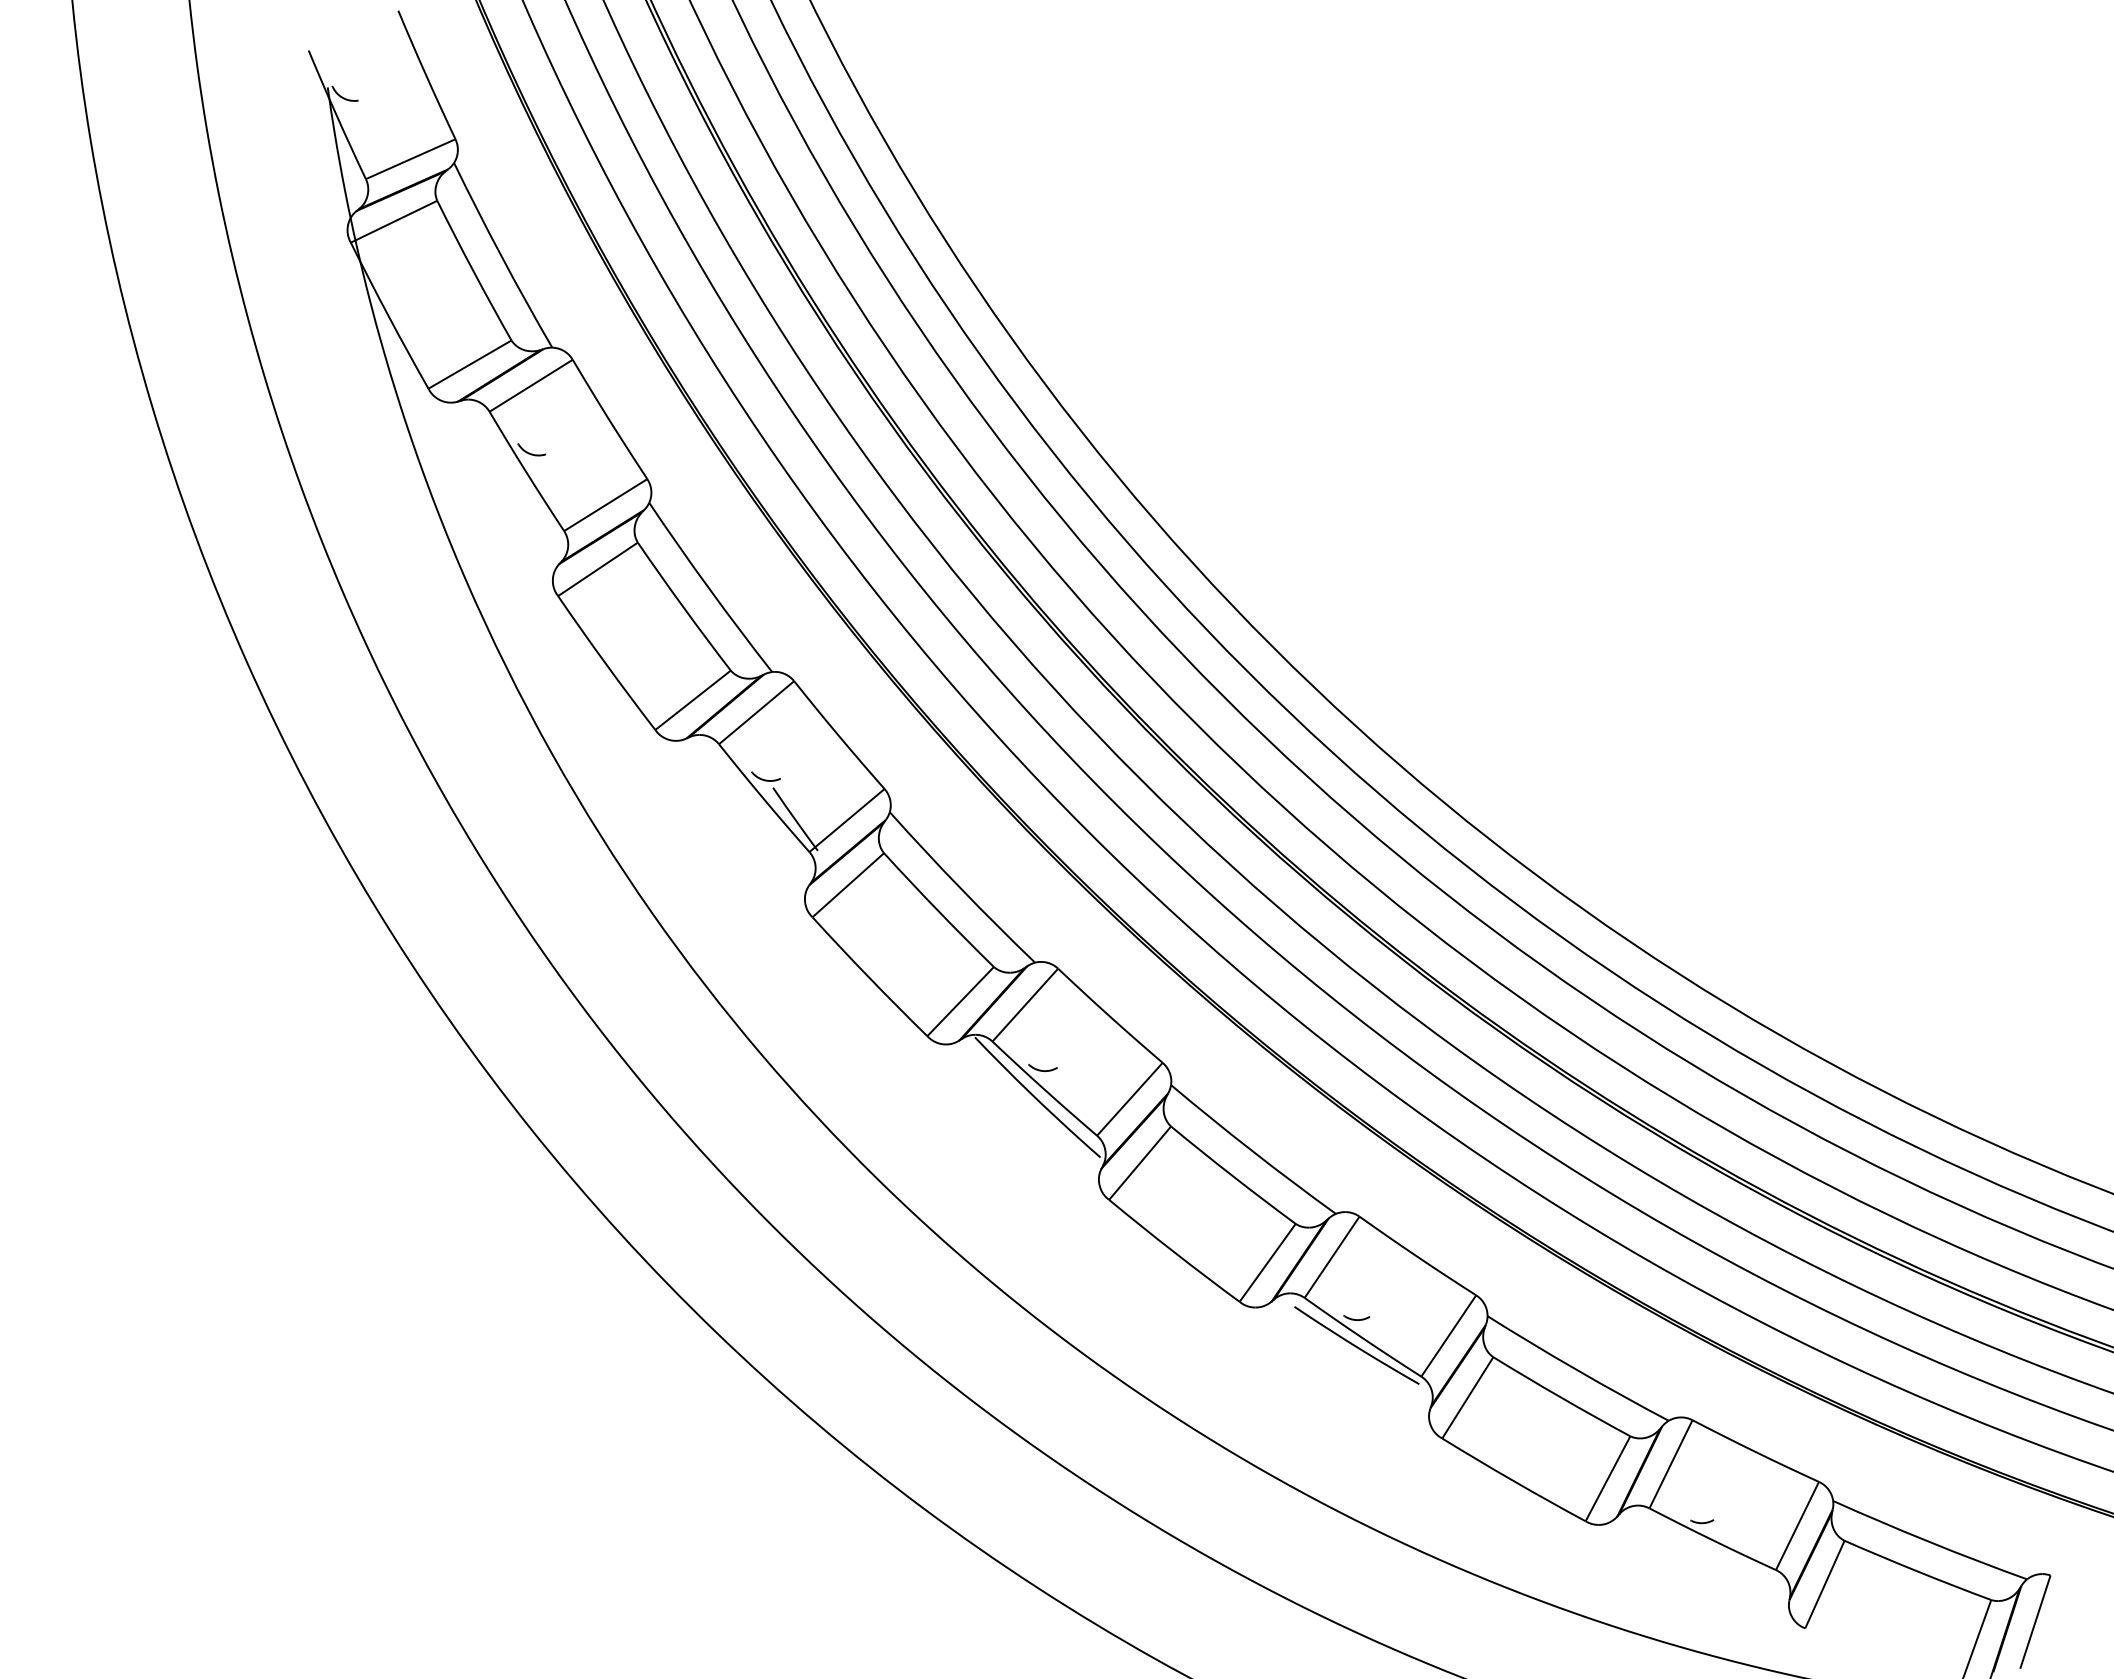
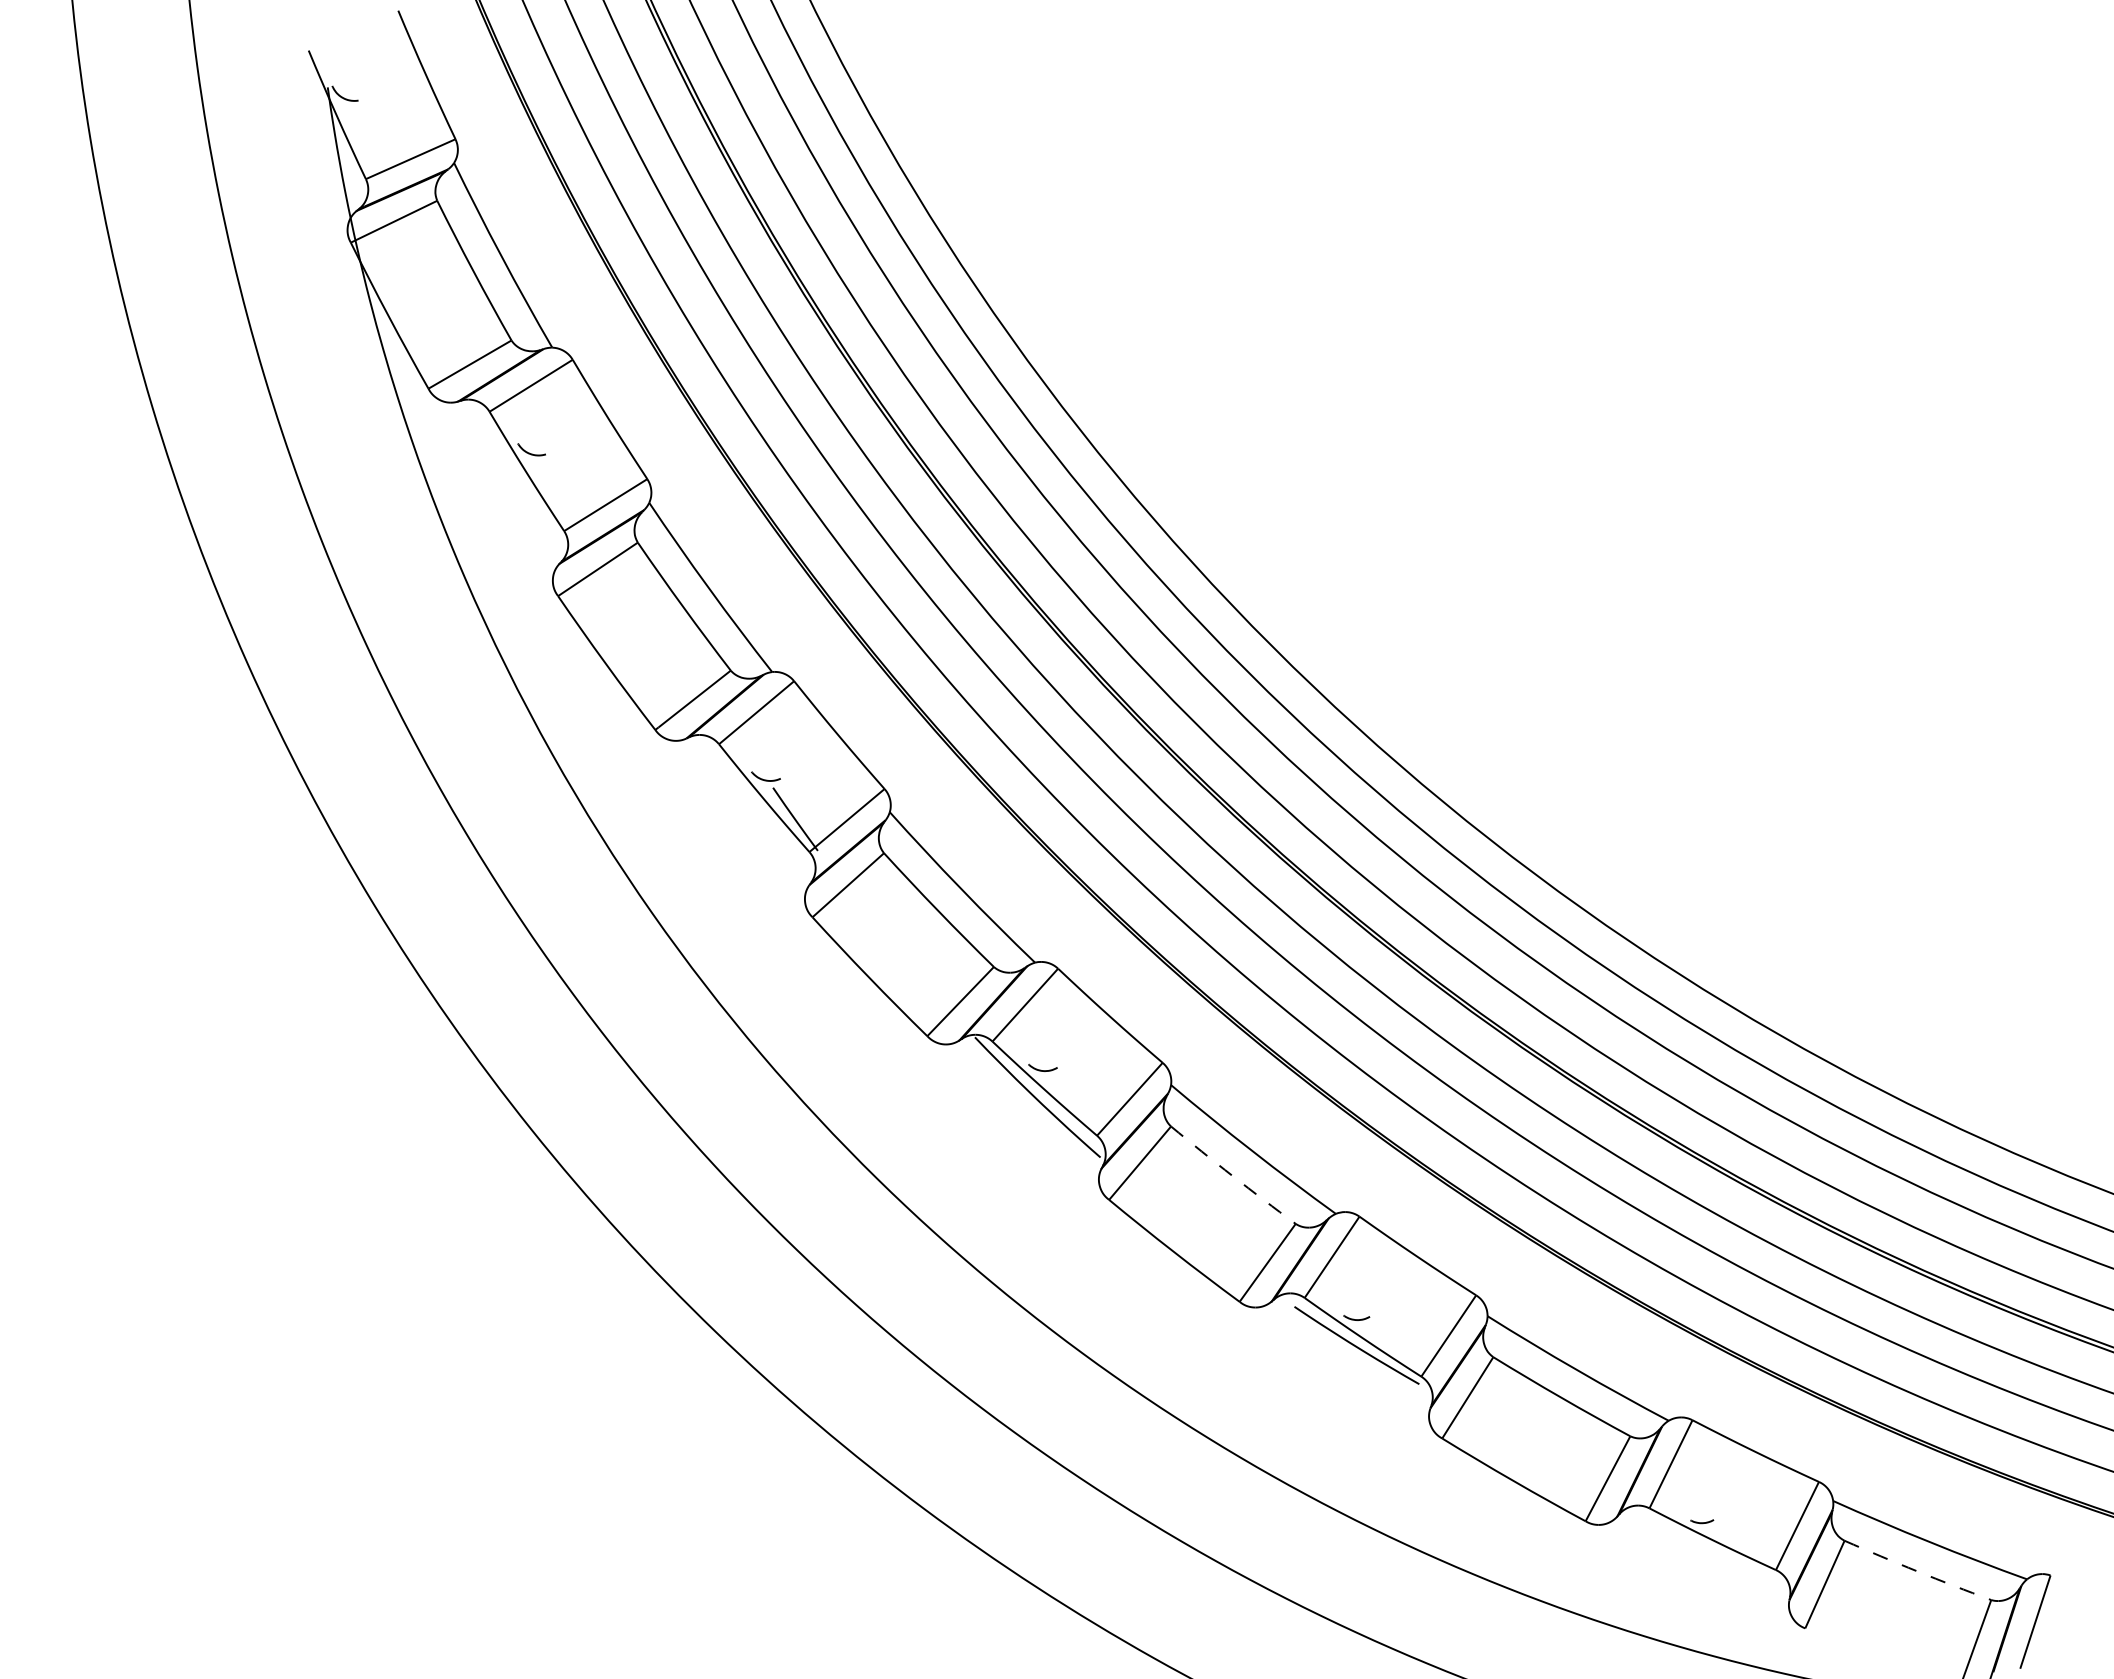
arc at (1232, 1176): solid -> dashed
arc at (1917, 1571): solid -> dashed
